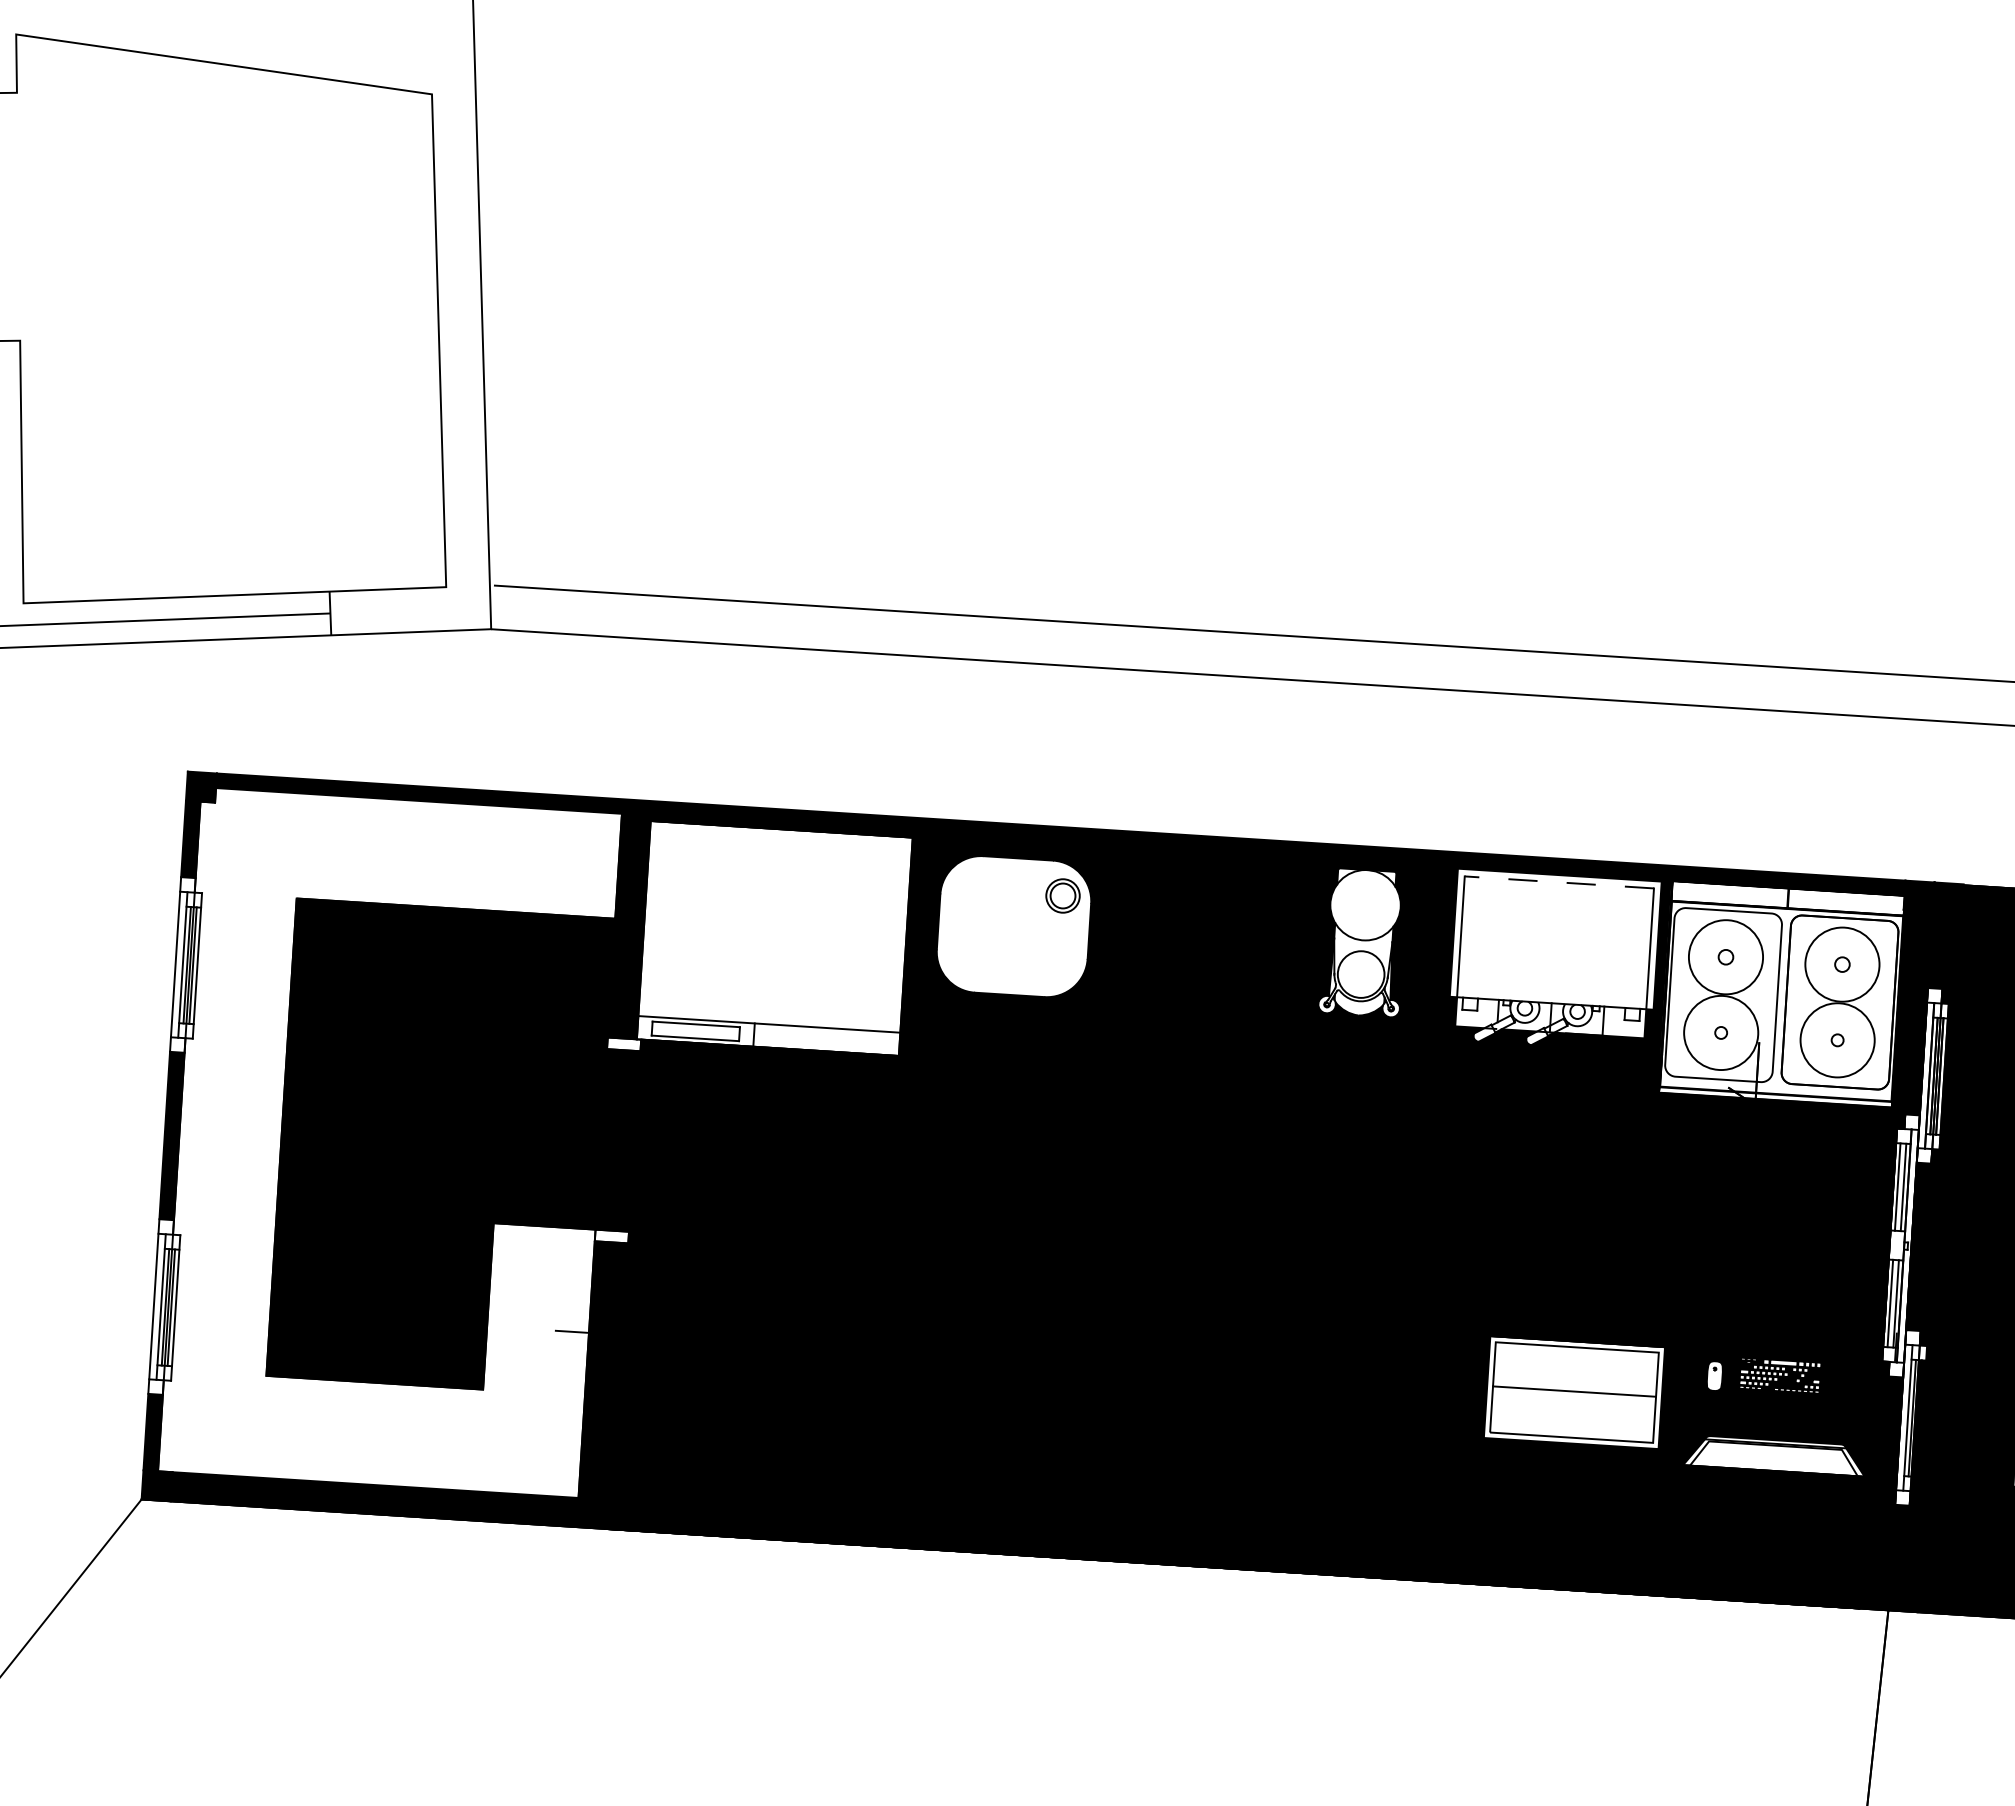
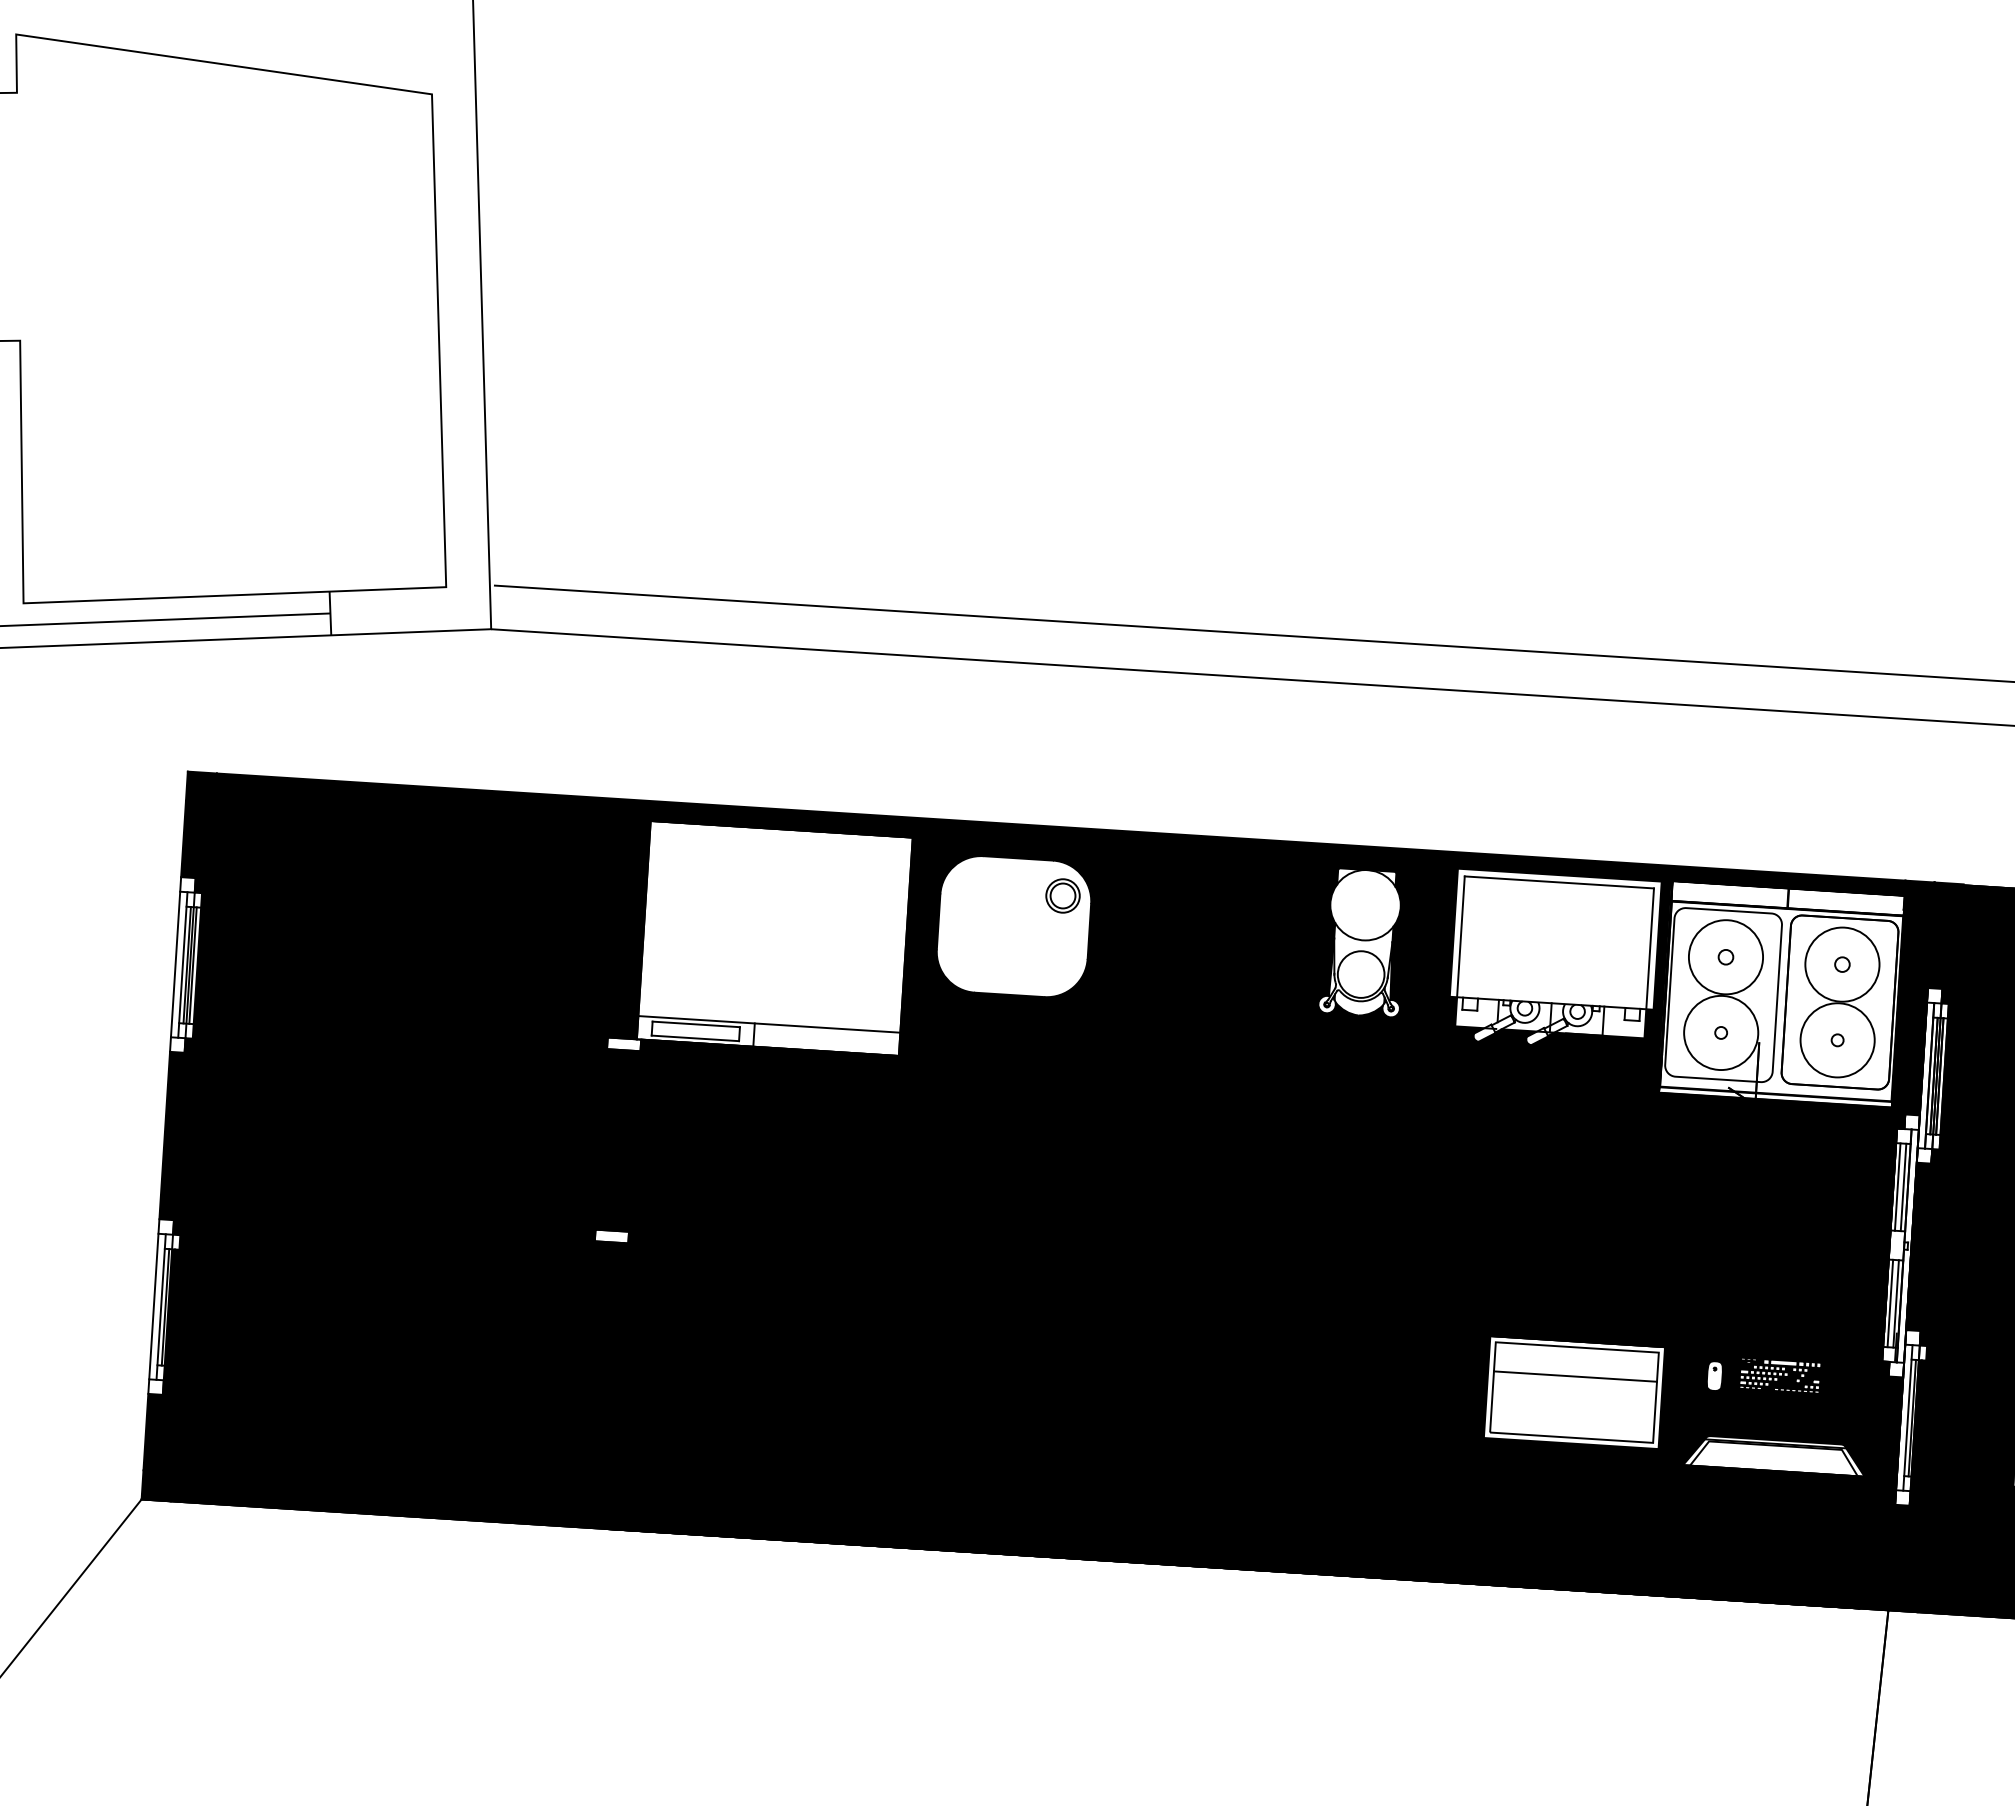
line at (1559, 882): dashed -> solid
fill at (389, 1142): none -> present
line at (1573, 1391) position: (1573, 1391) -> (1574, 1376)
